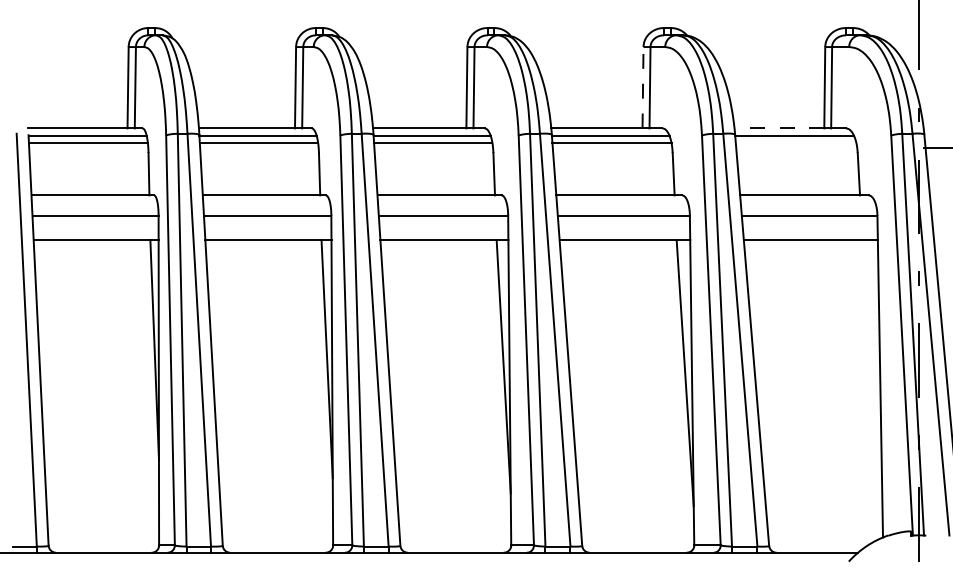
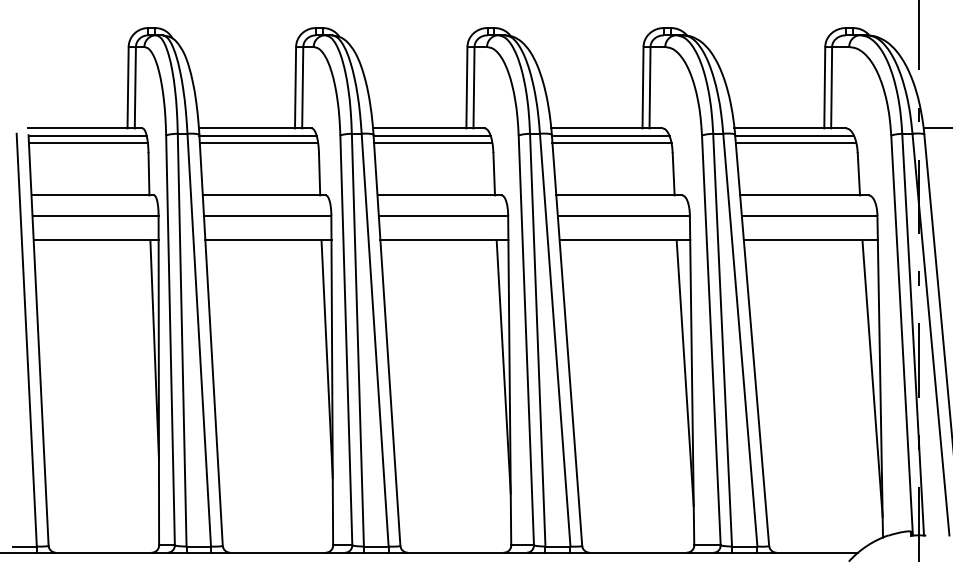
line at (643, 87): dashed -> solid
line at (779, 128): dashed -> solid
line at (795, 143): none -> present
line at (936, 148) position: (936, 148) -> (936, 128)
line at (872, 378): none -> present
